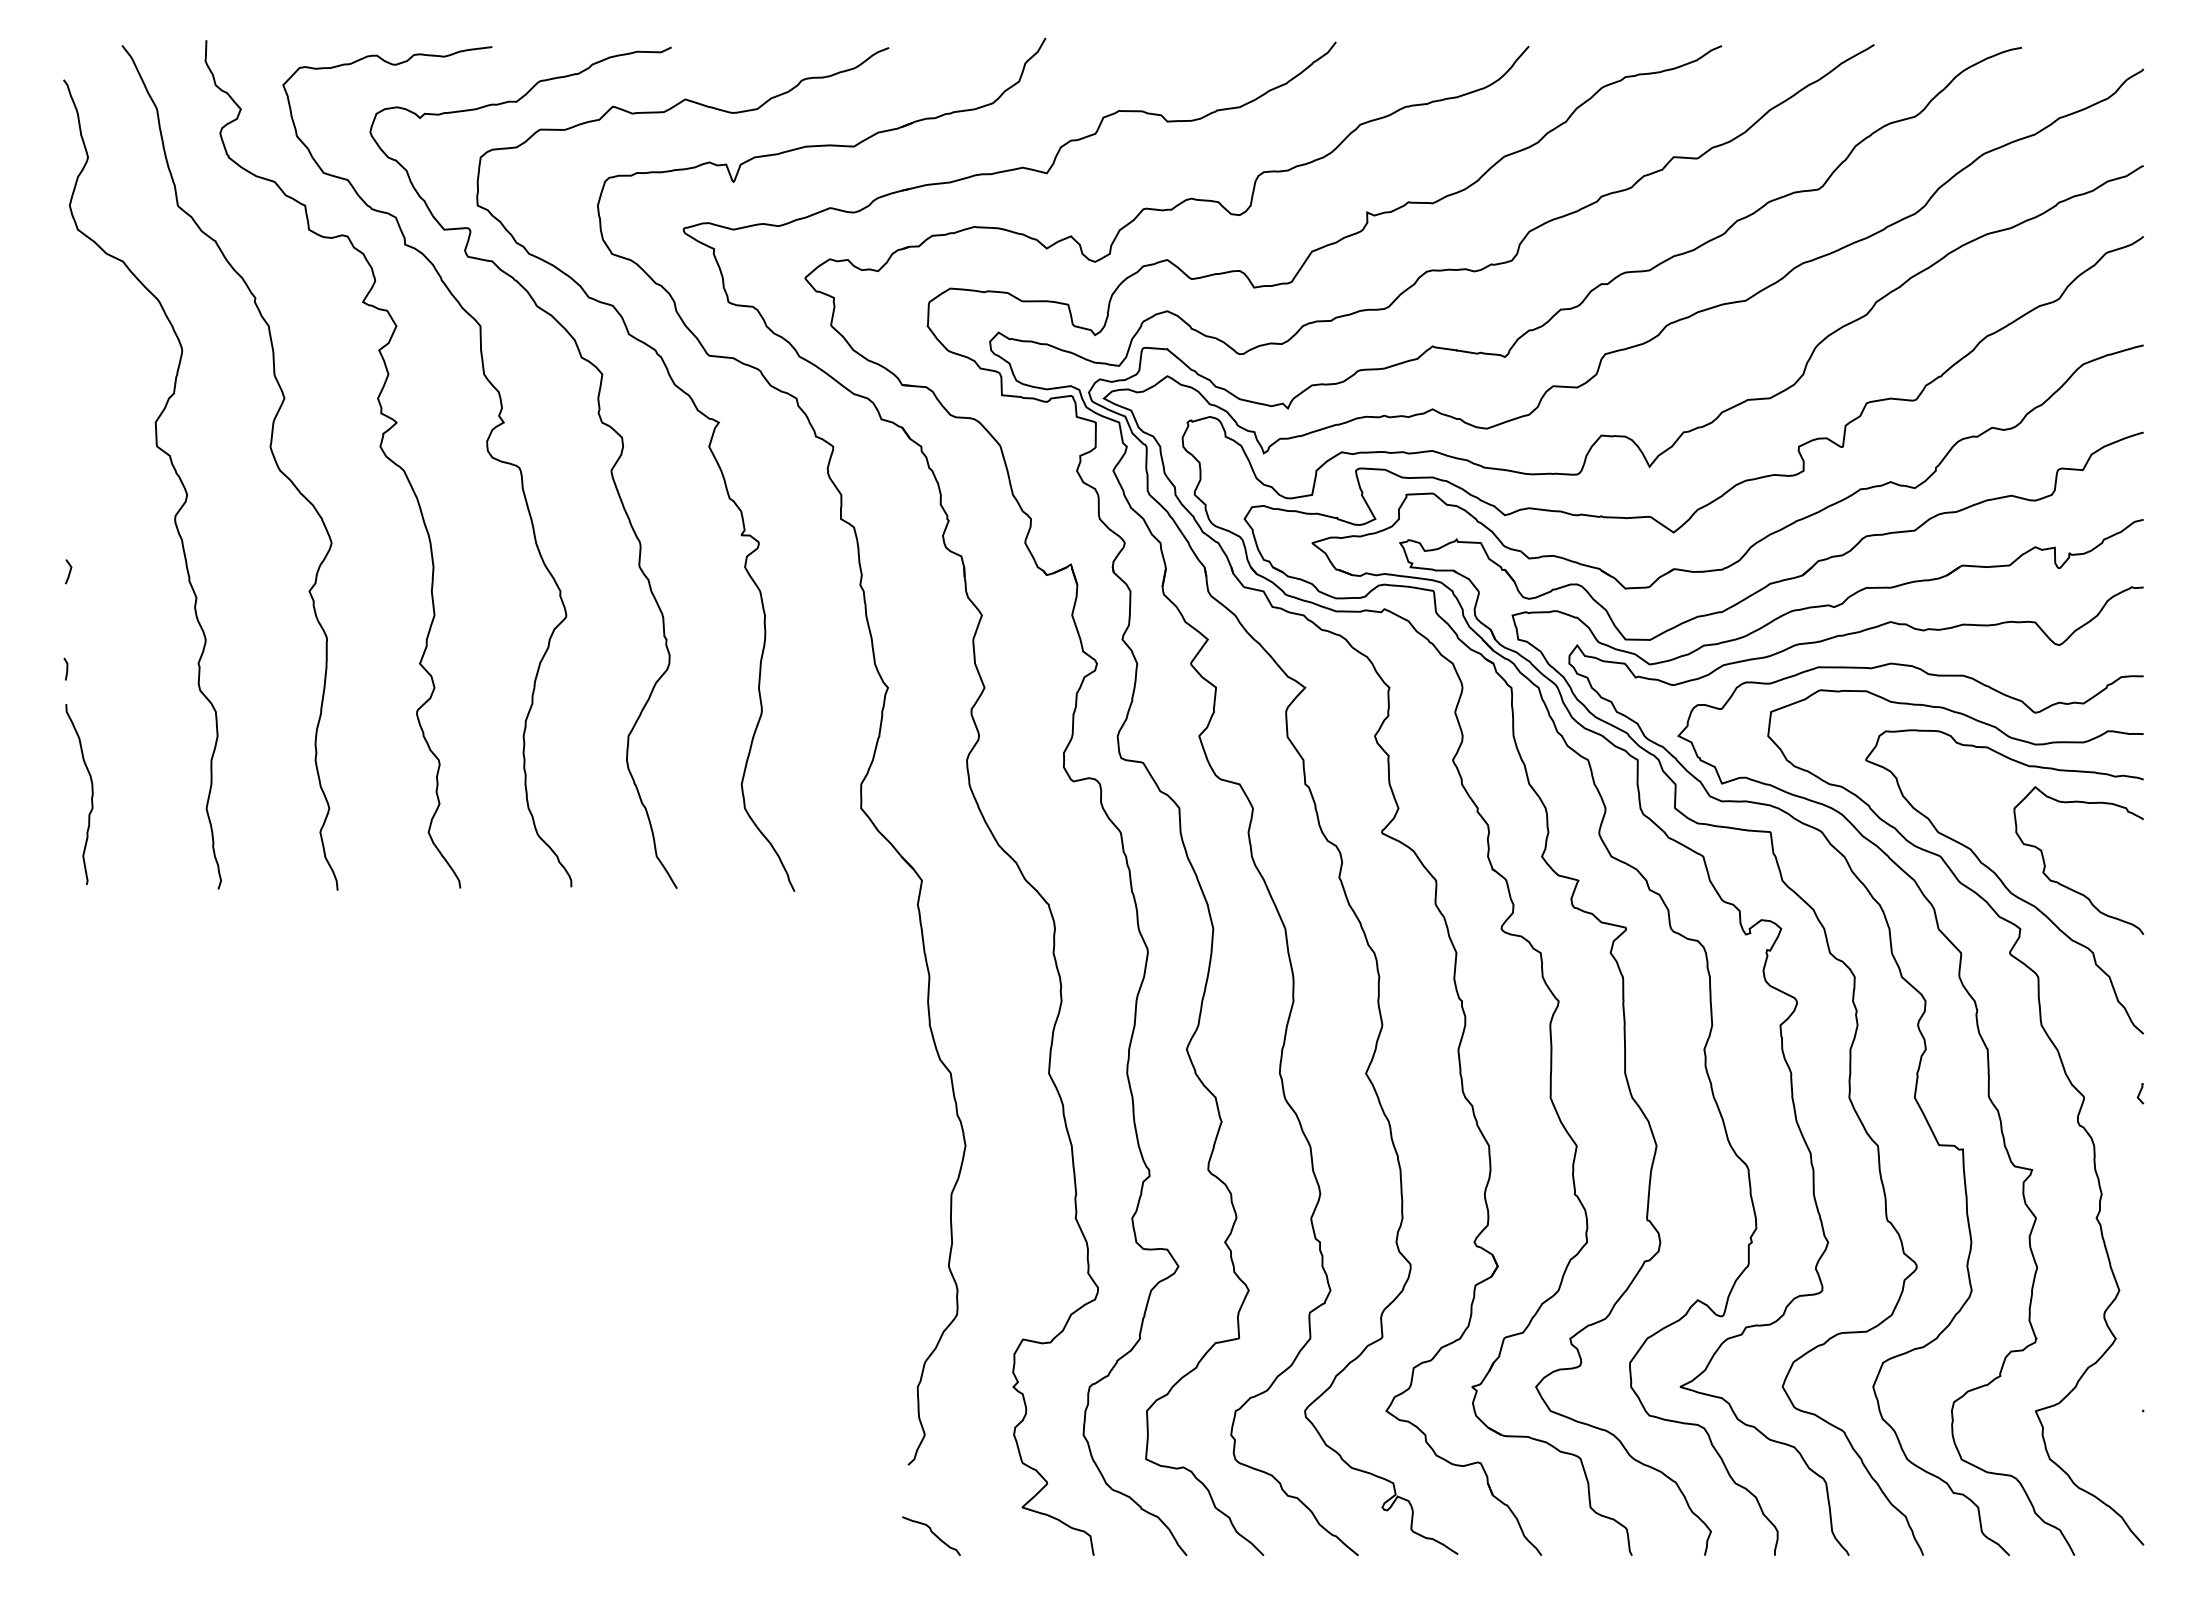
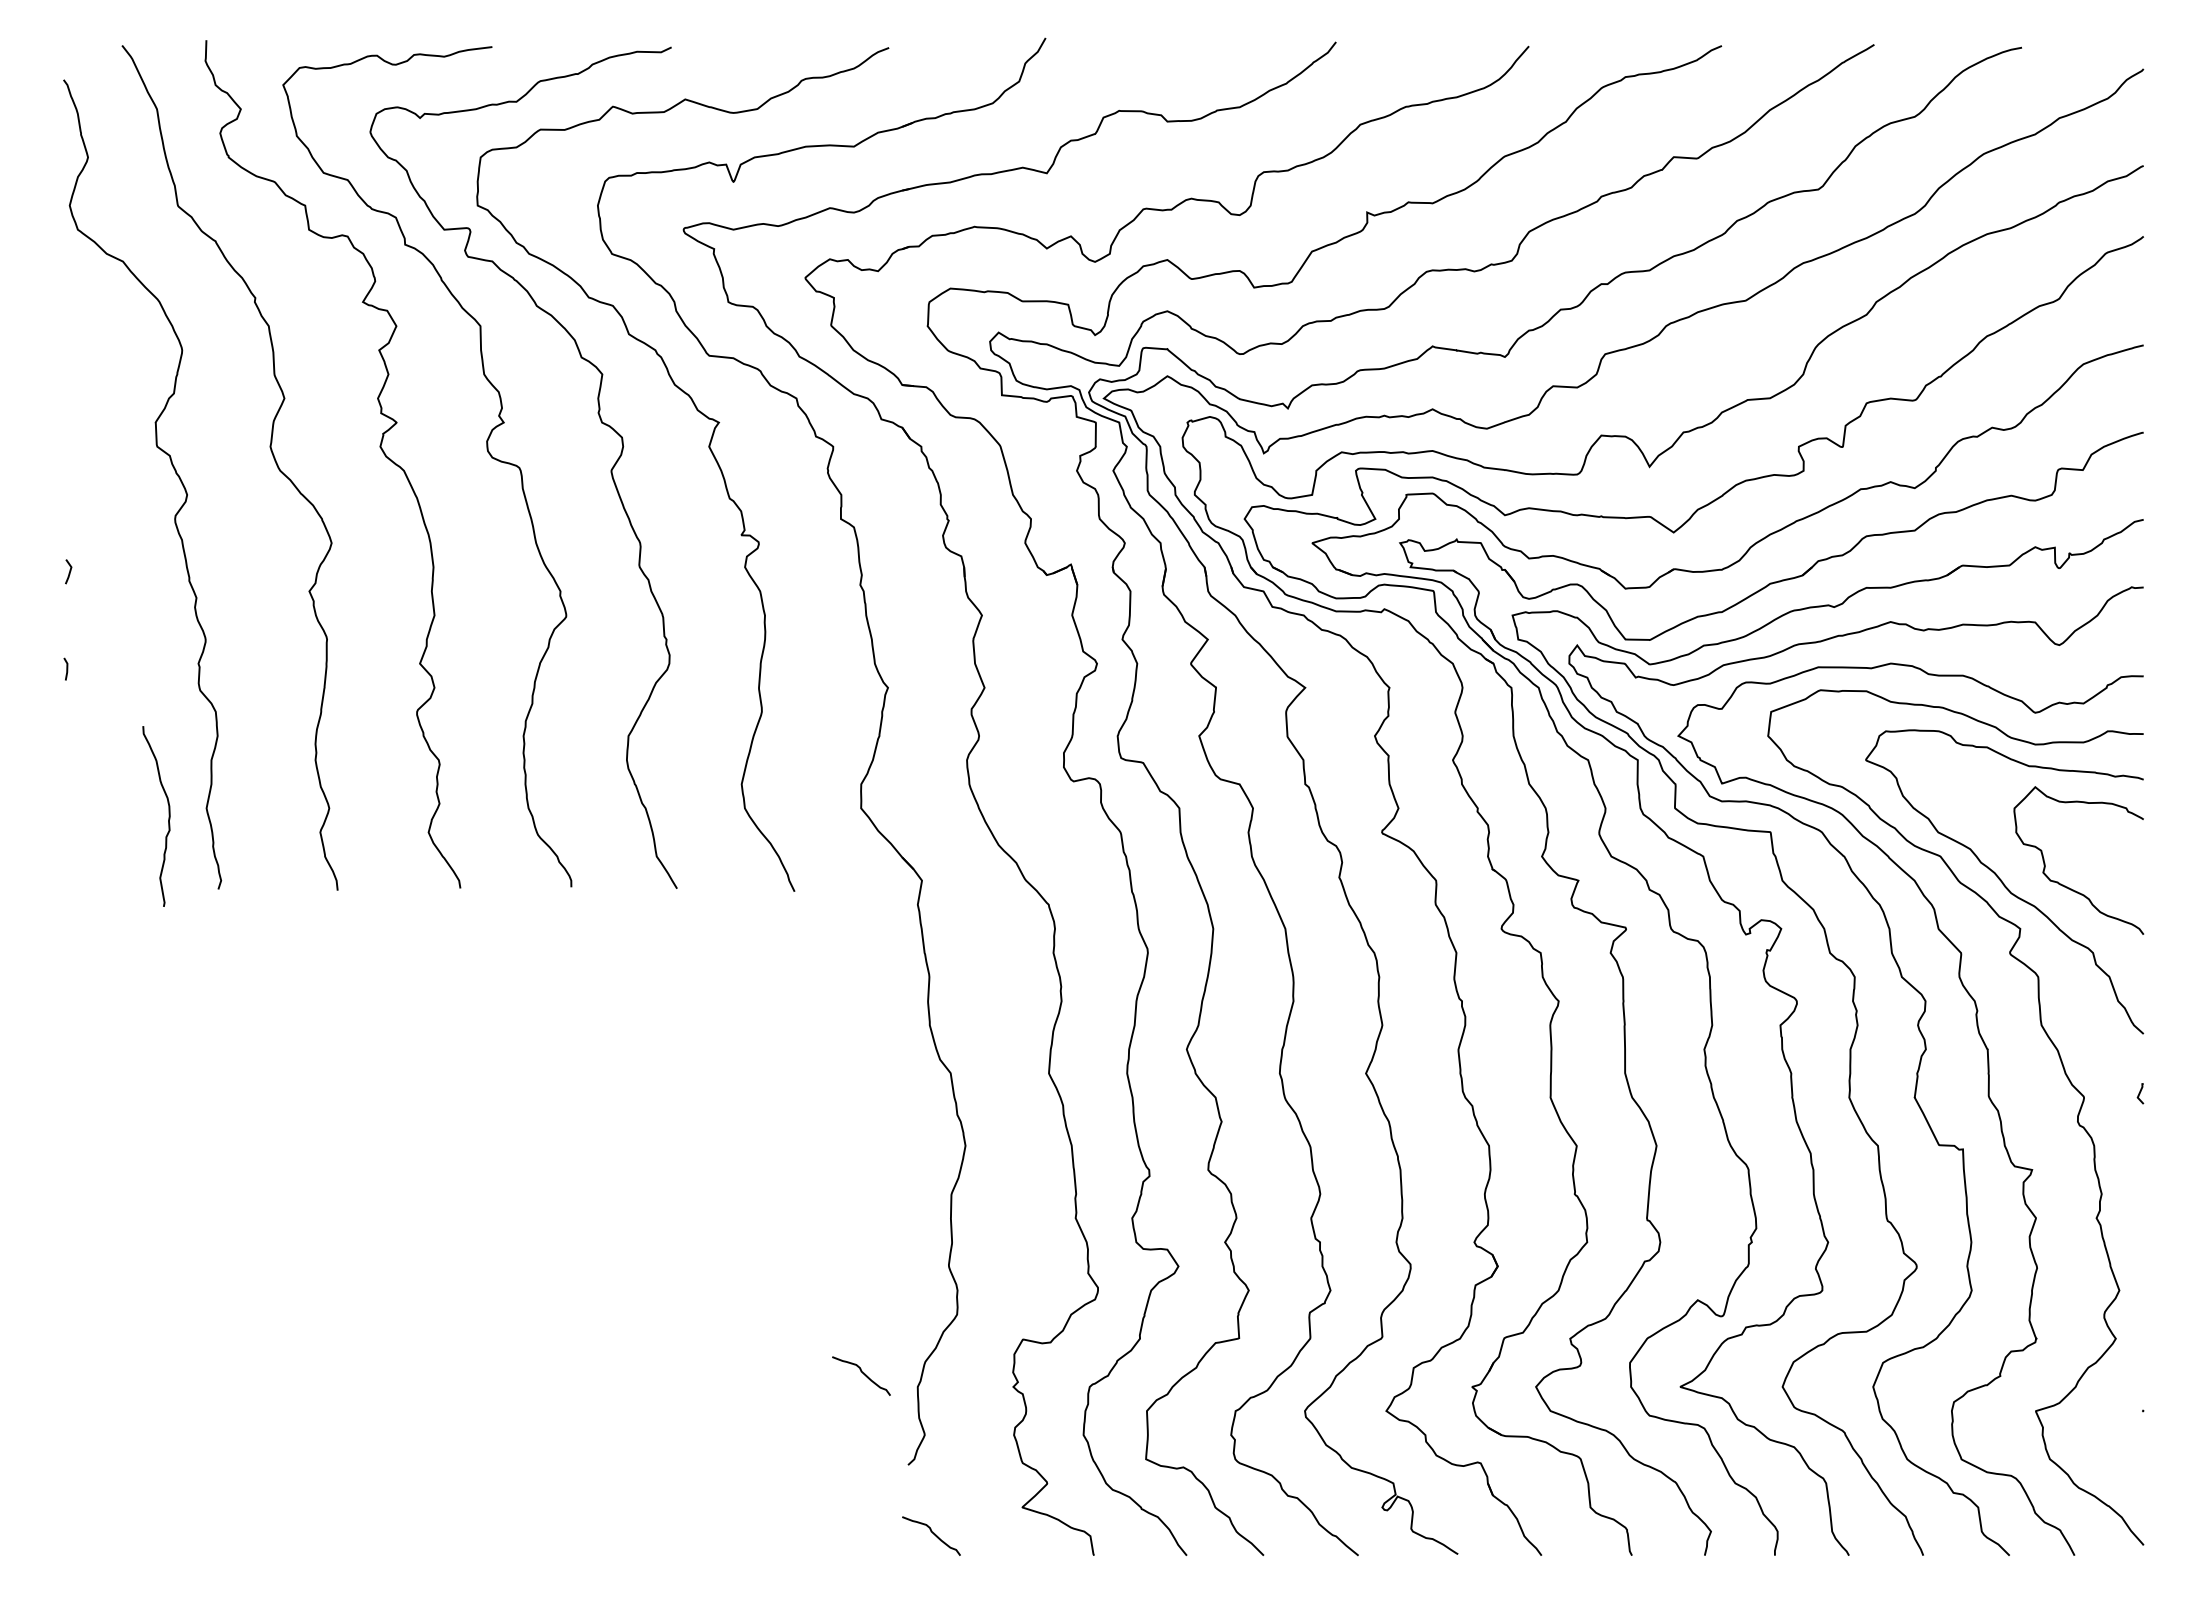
curve at (91, 794) position: (91, 794) -> (168, 816)
curve at (862, 1373): none -> present
